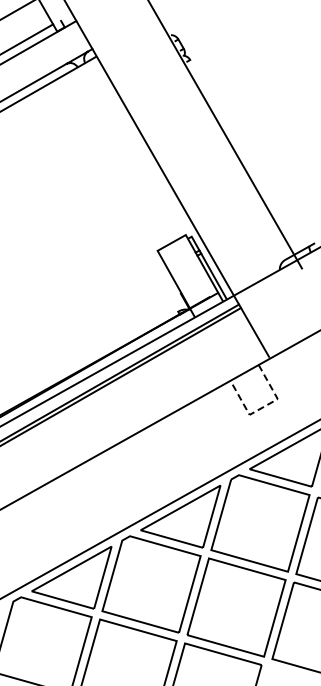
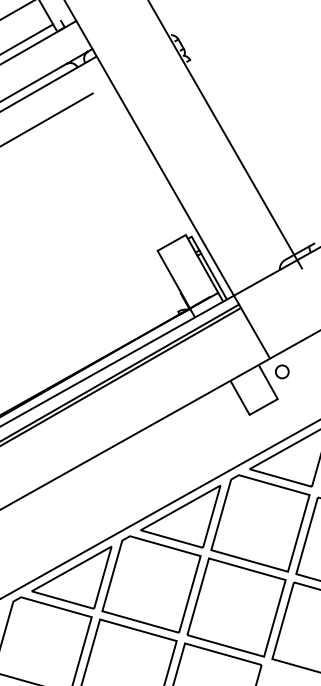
line at (47, 119): none -> present
circle at (282, 371): none -> present
line at (263, 407): dashed -> solid
